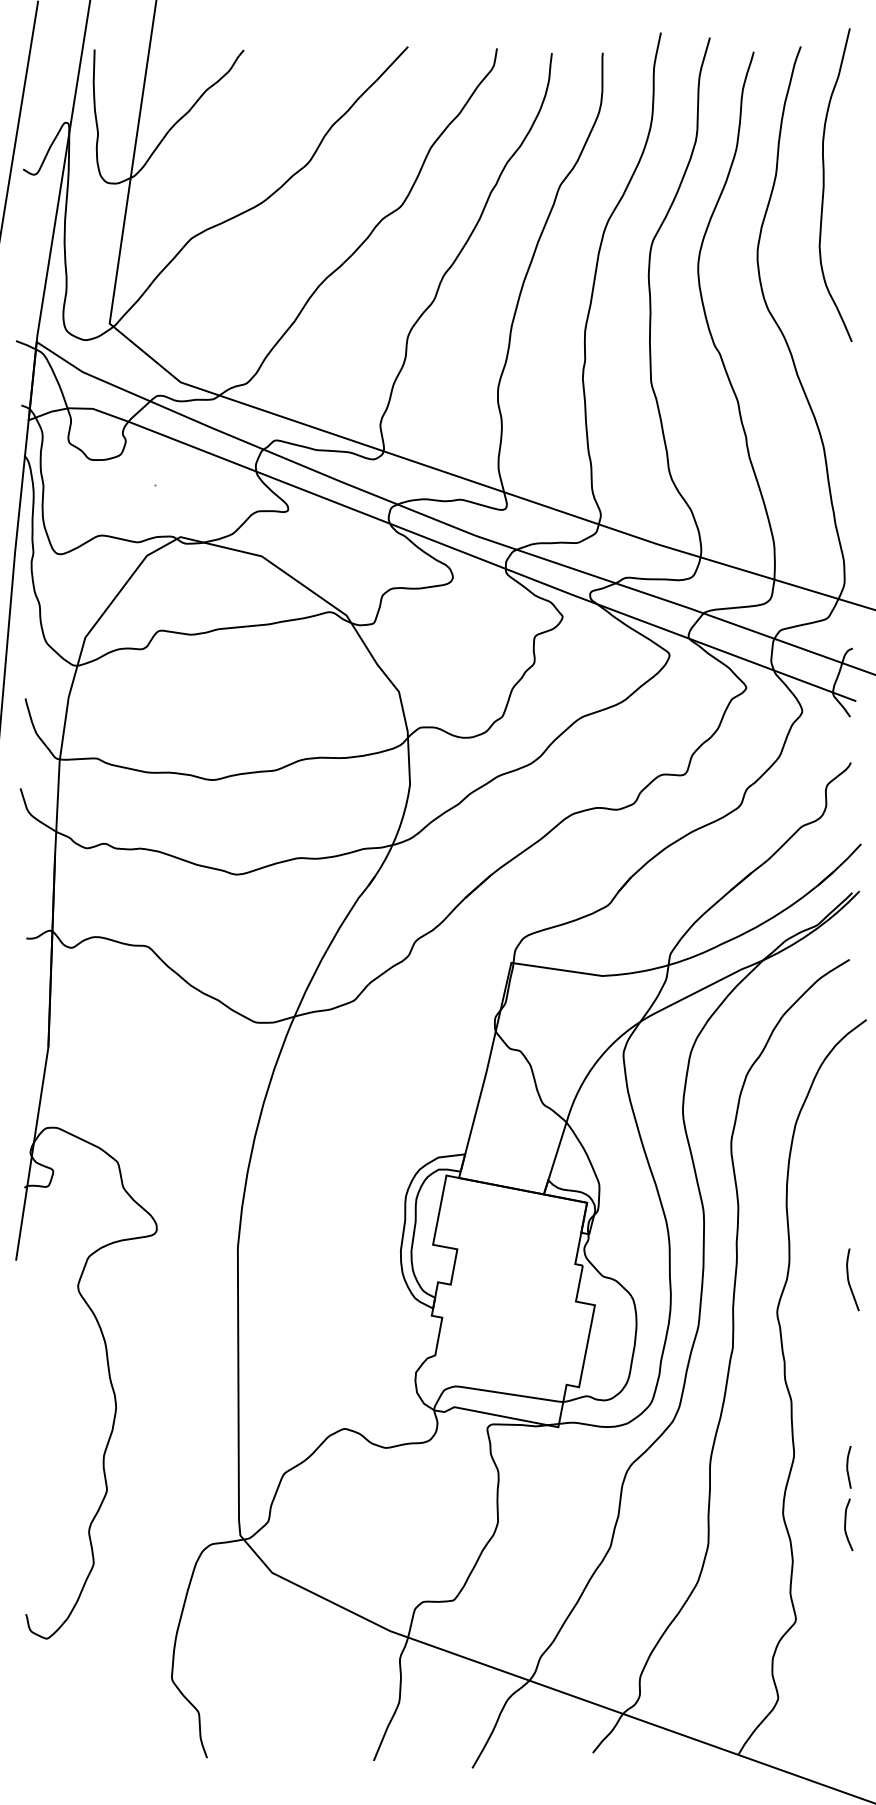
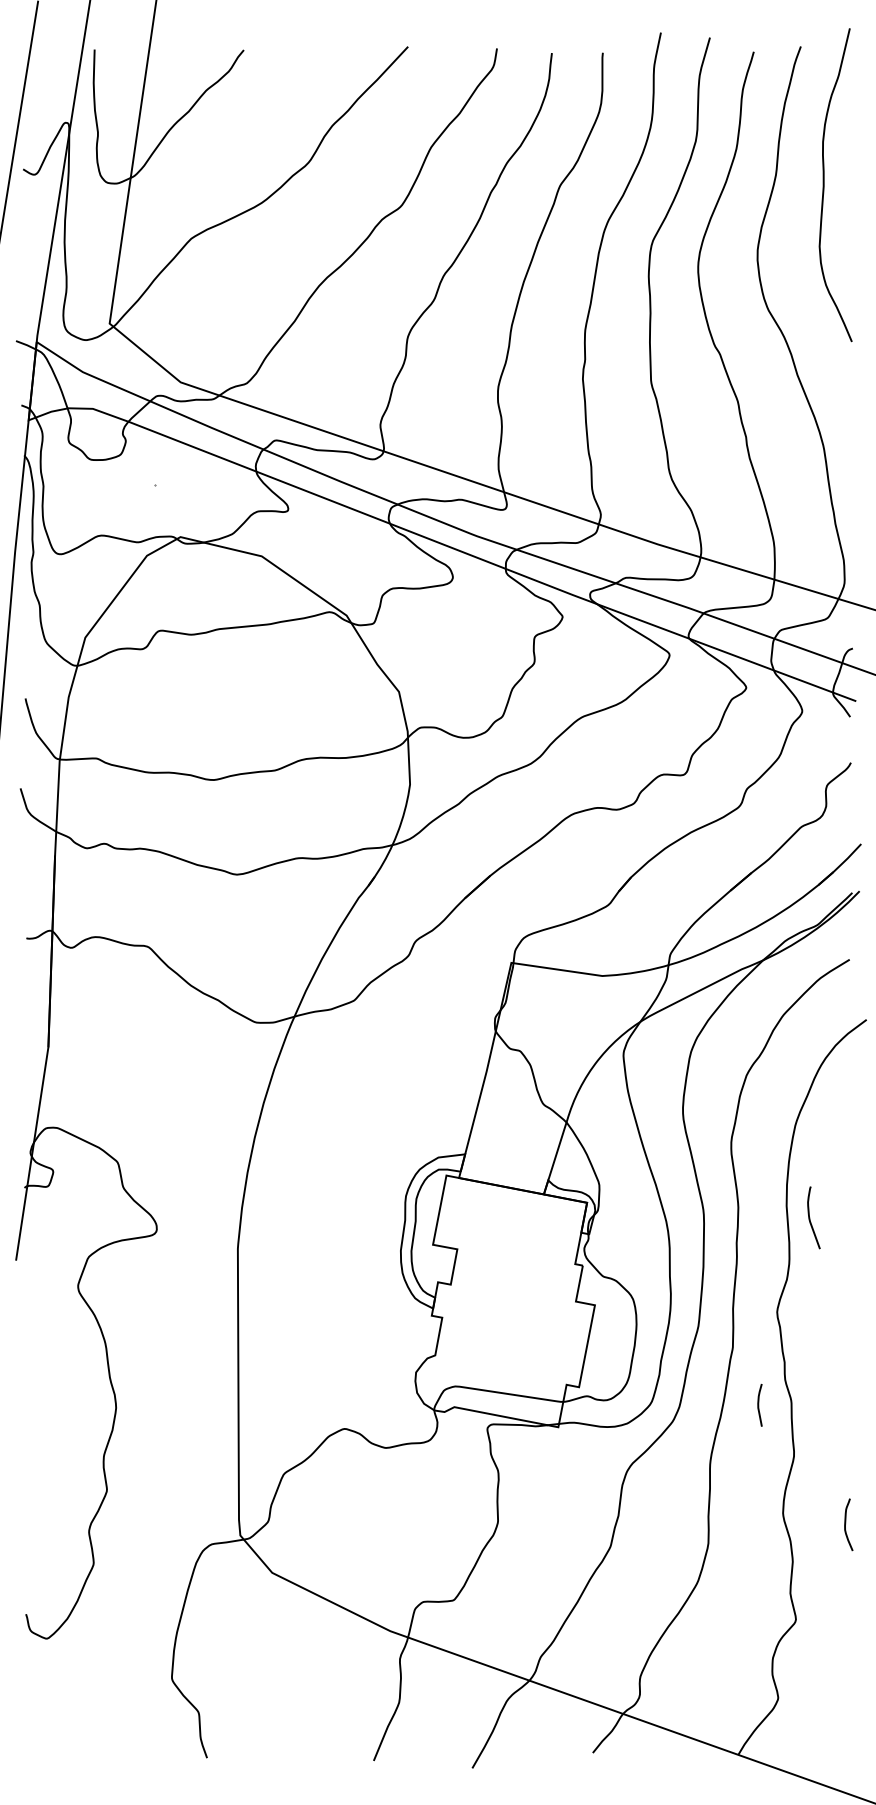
curve at (849, 1279) position: (849, 1279) -> (810, 1217)
curve at (848, 1466) position: (848, 1466) -> (759, 1404)
